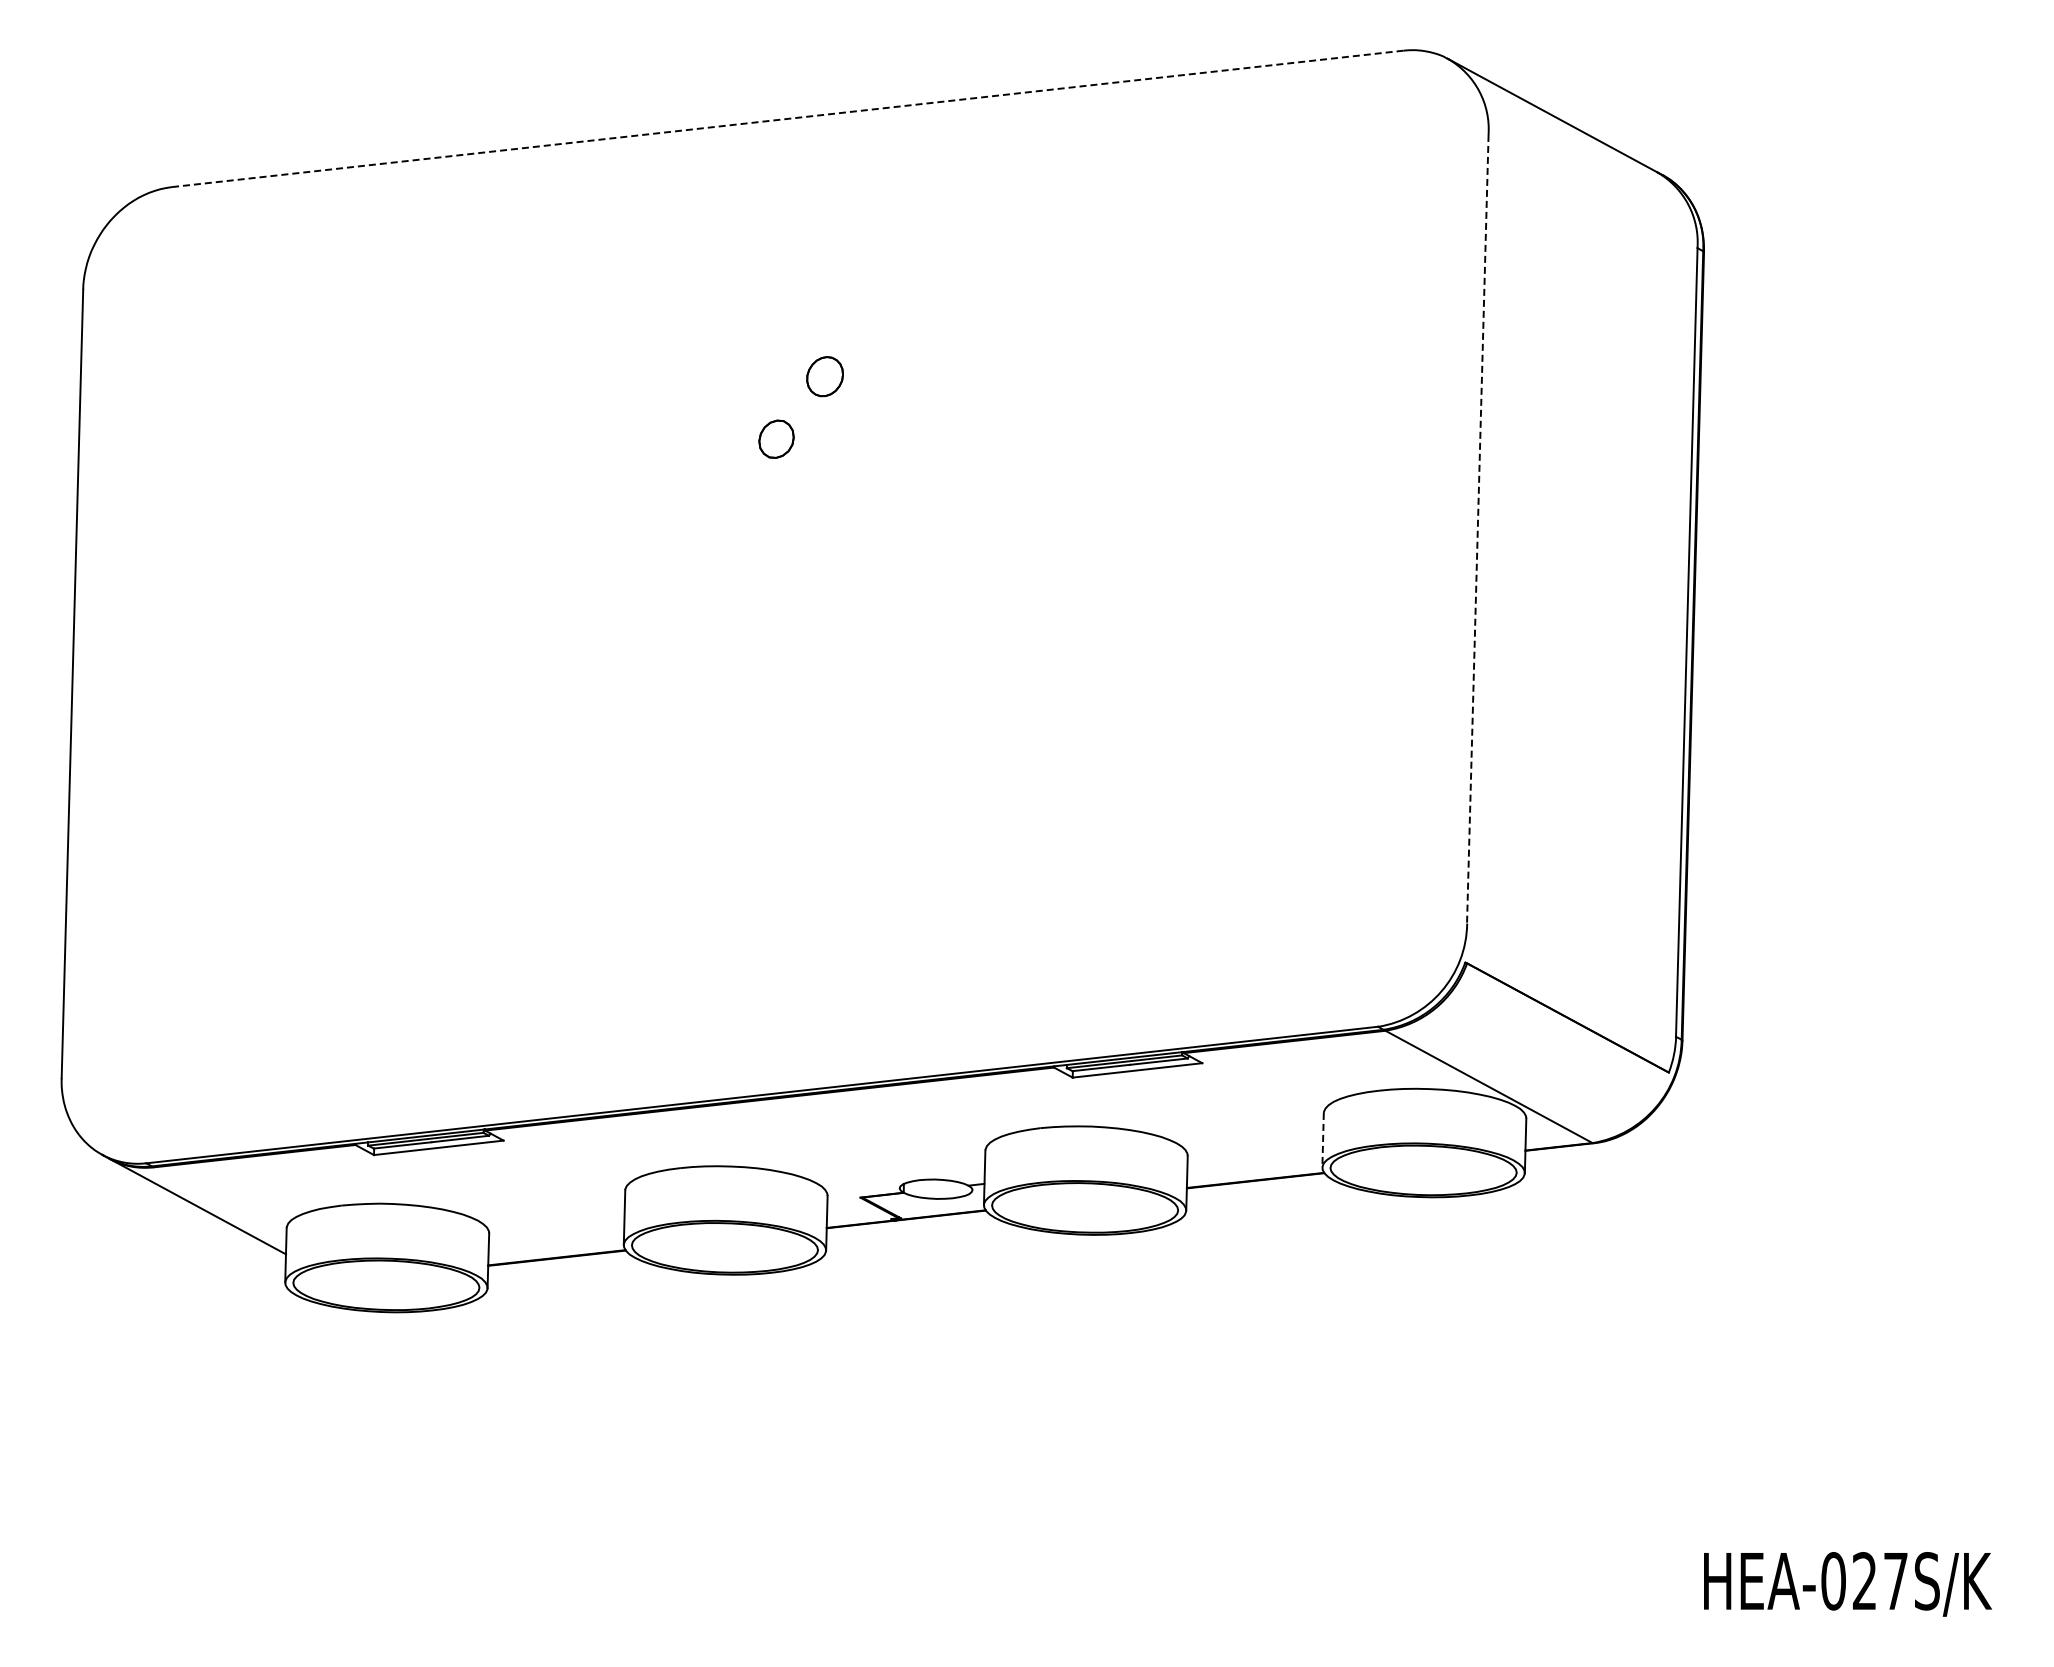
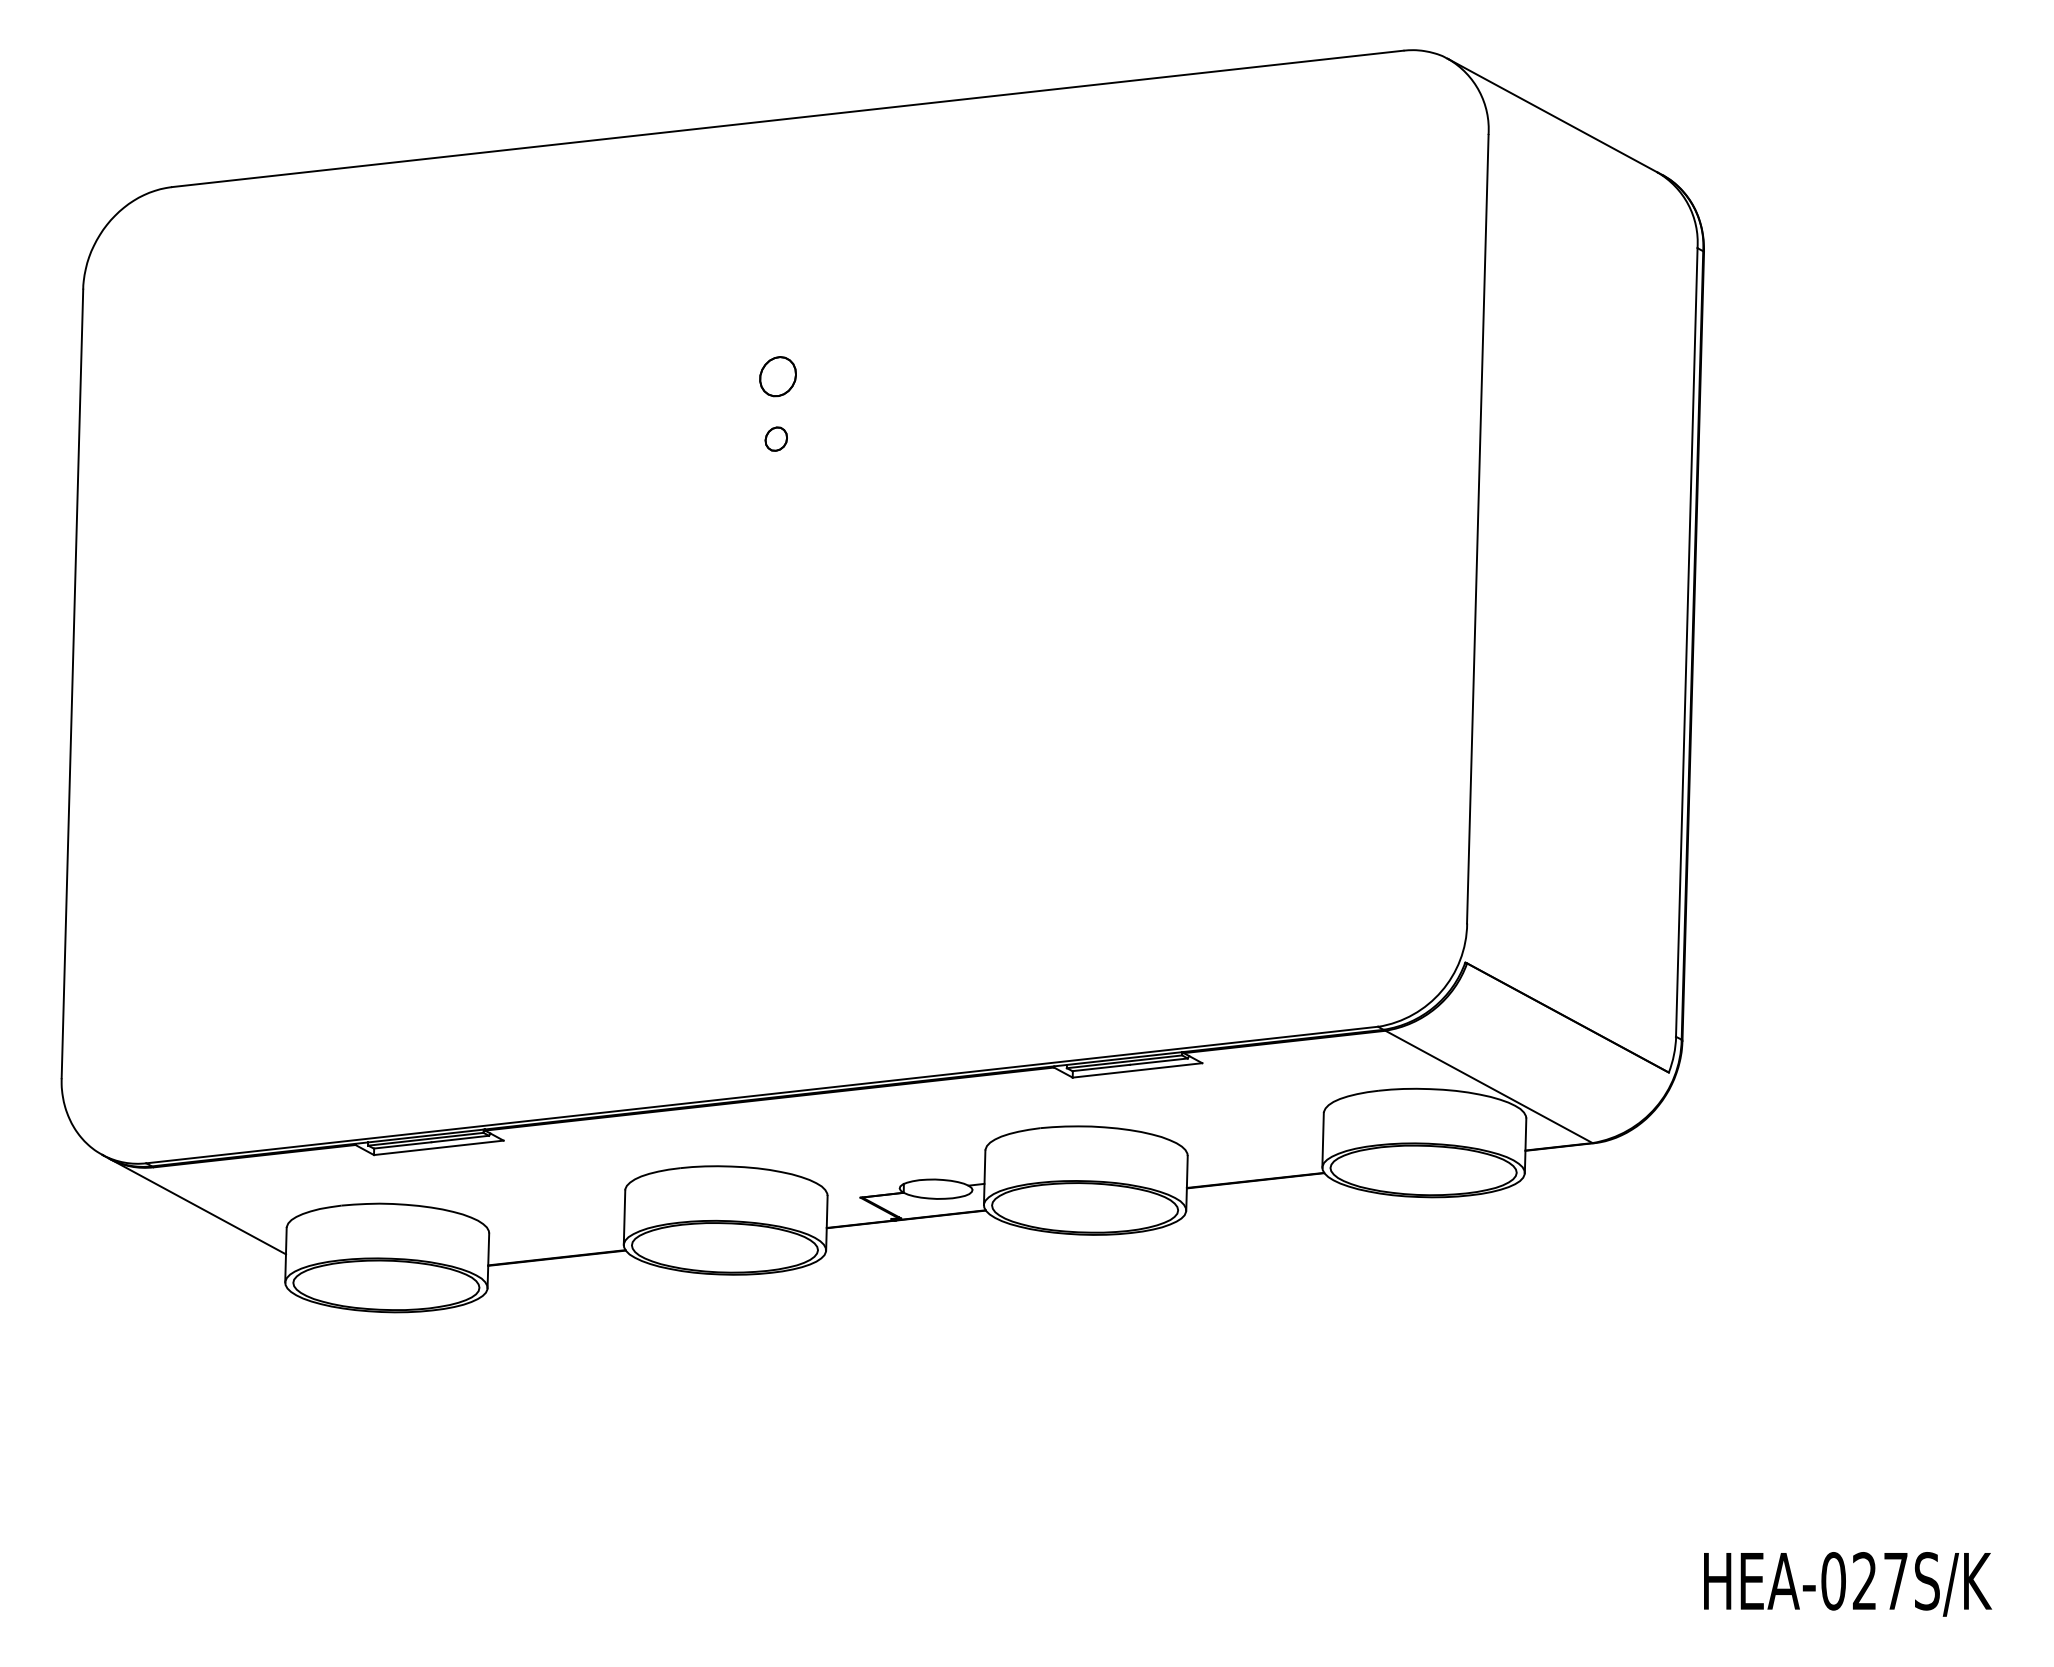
line at (787, 118): dashed -> solid
part at (824, 376) position: (824, 376) -> (777, 376)
part at (776, 438) size: 37x40 px -> 24x26 px
line at (1477, 529): dashed -> solid
line at (1323, 1140): dashed -> solid
